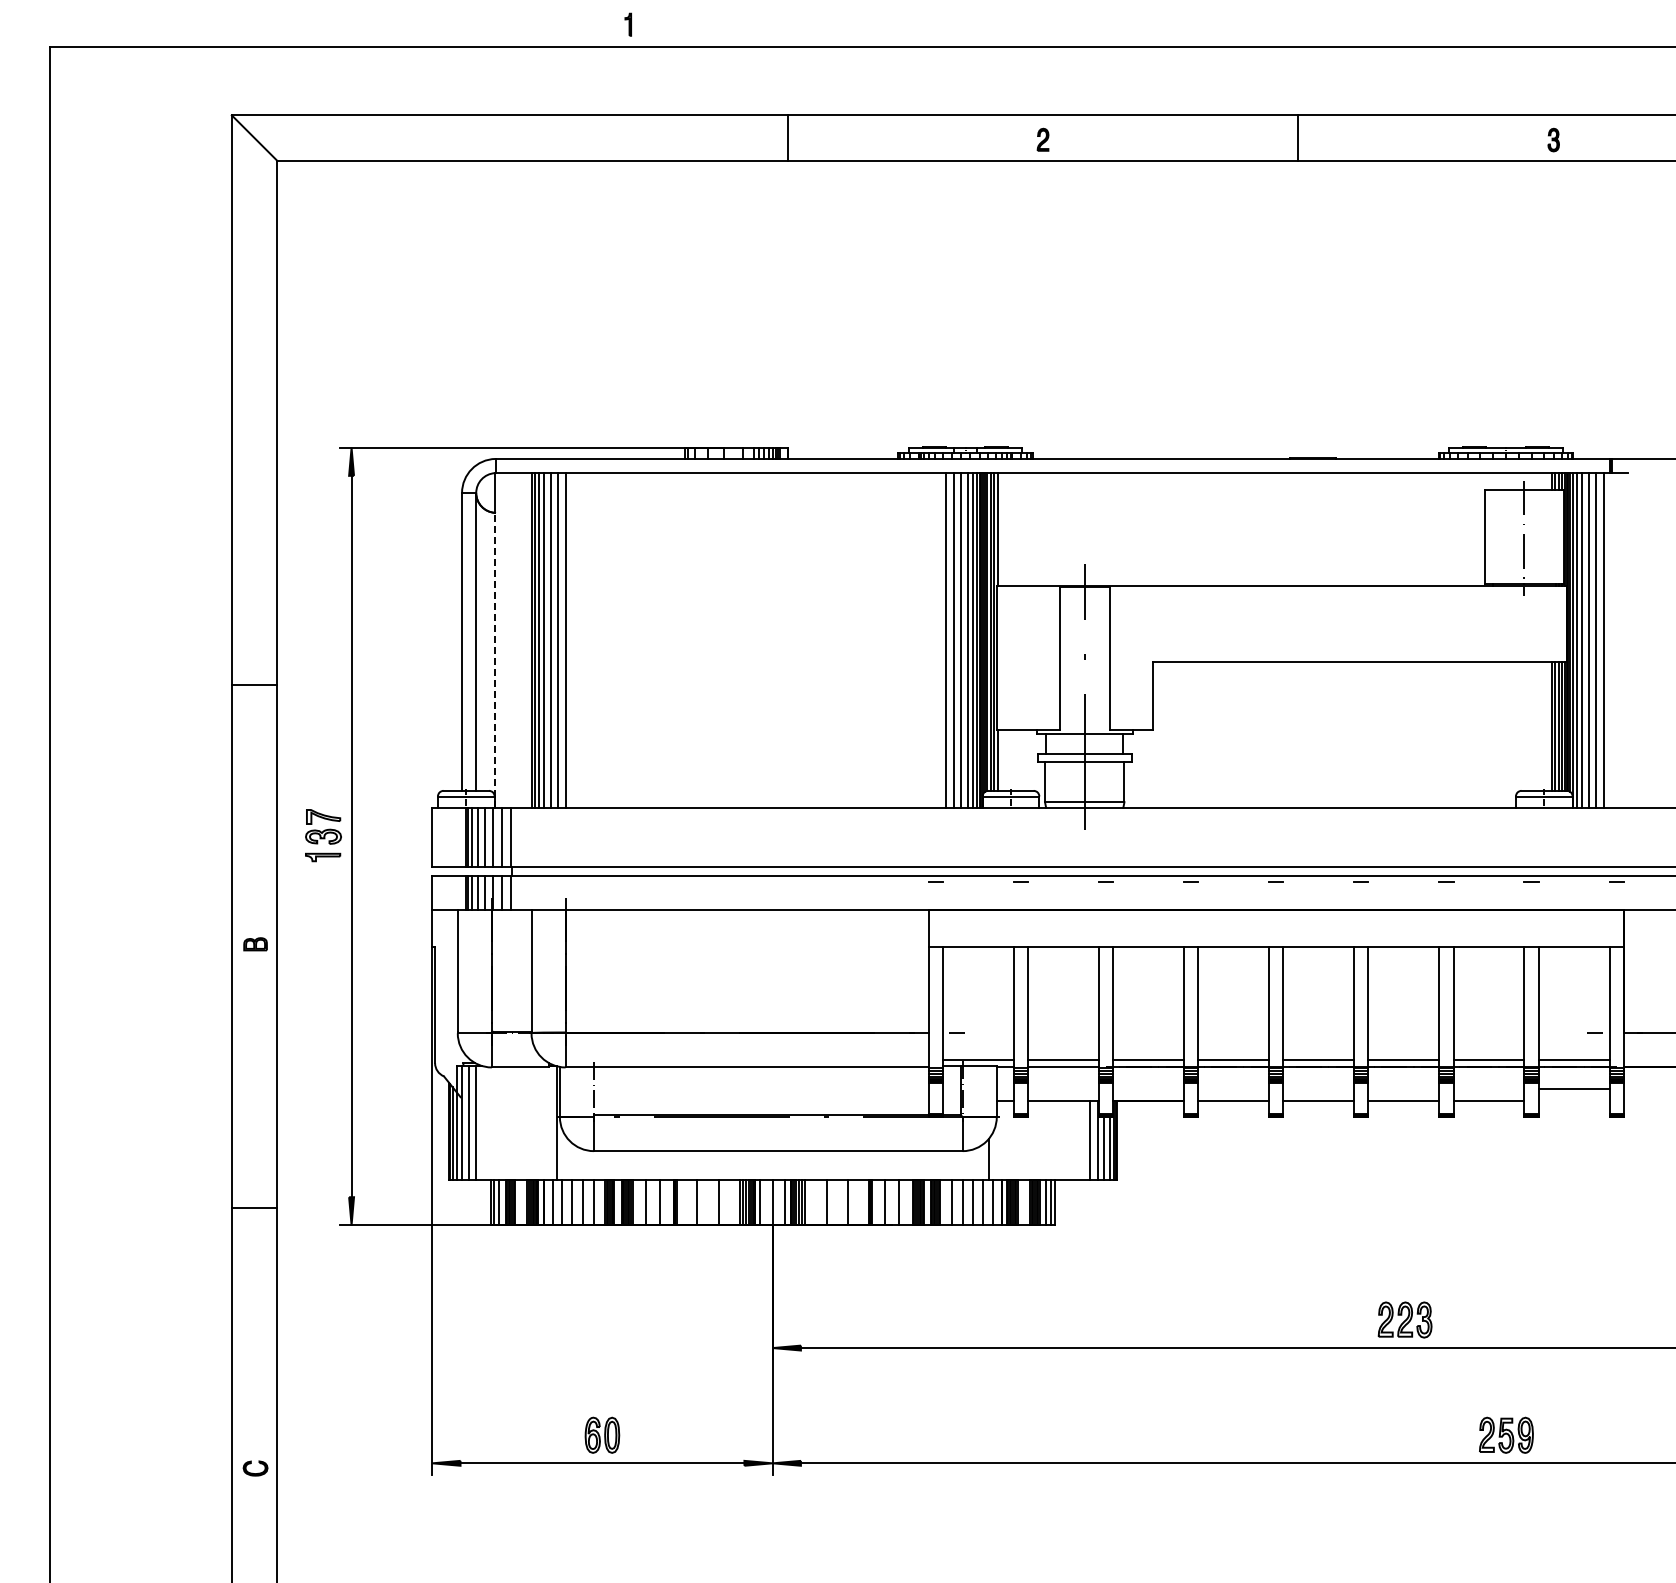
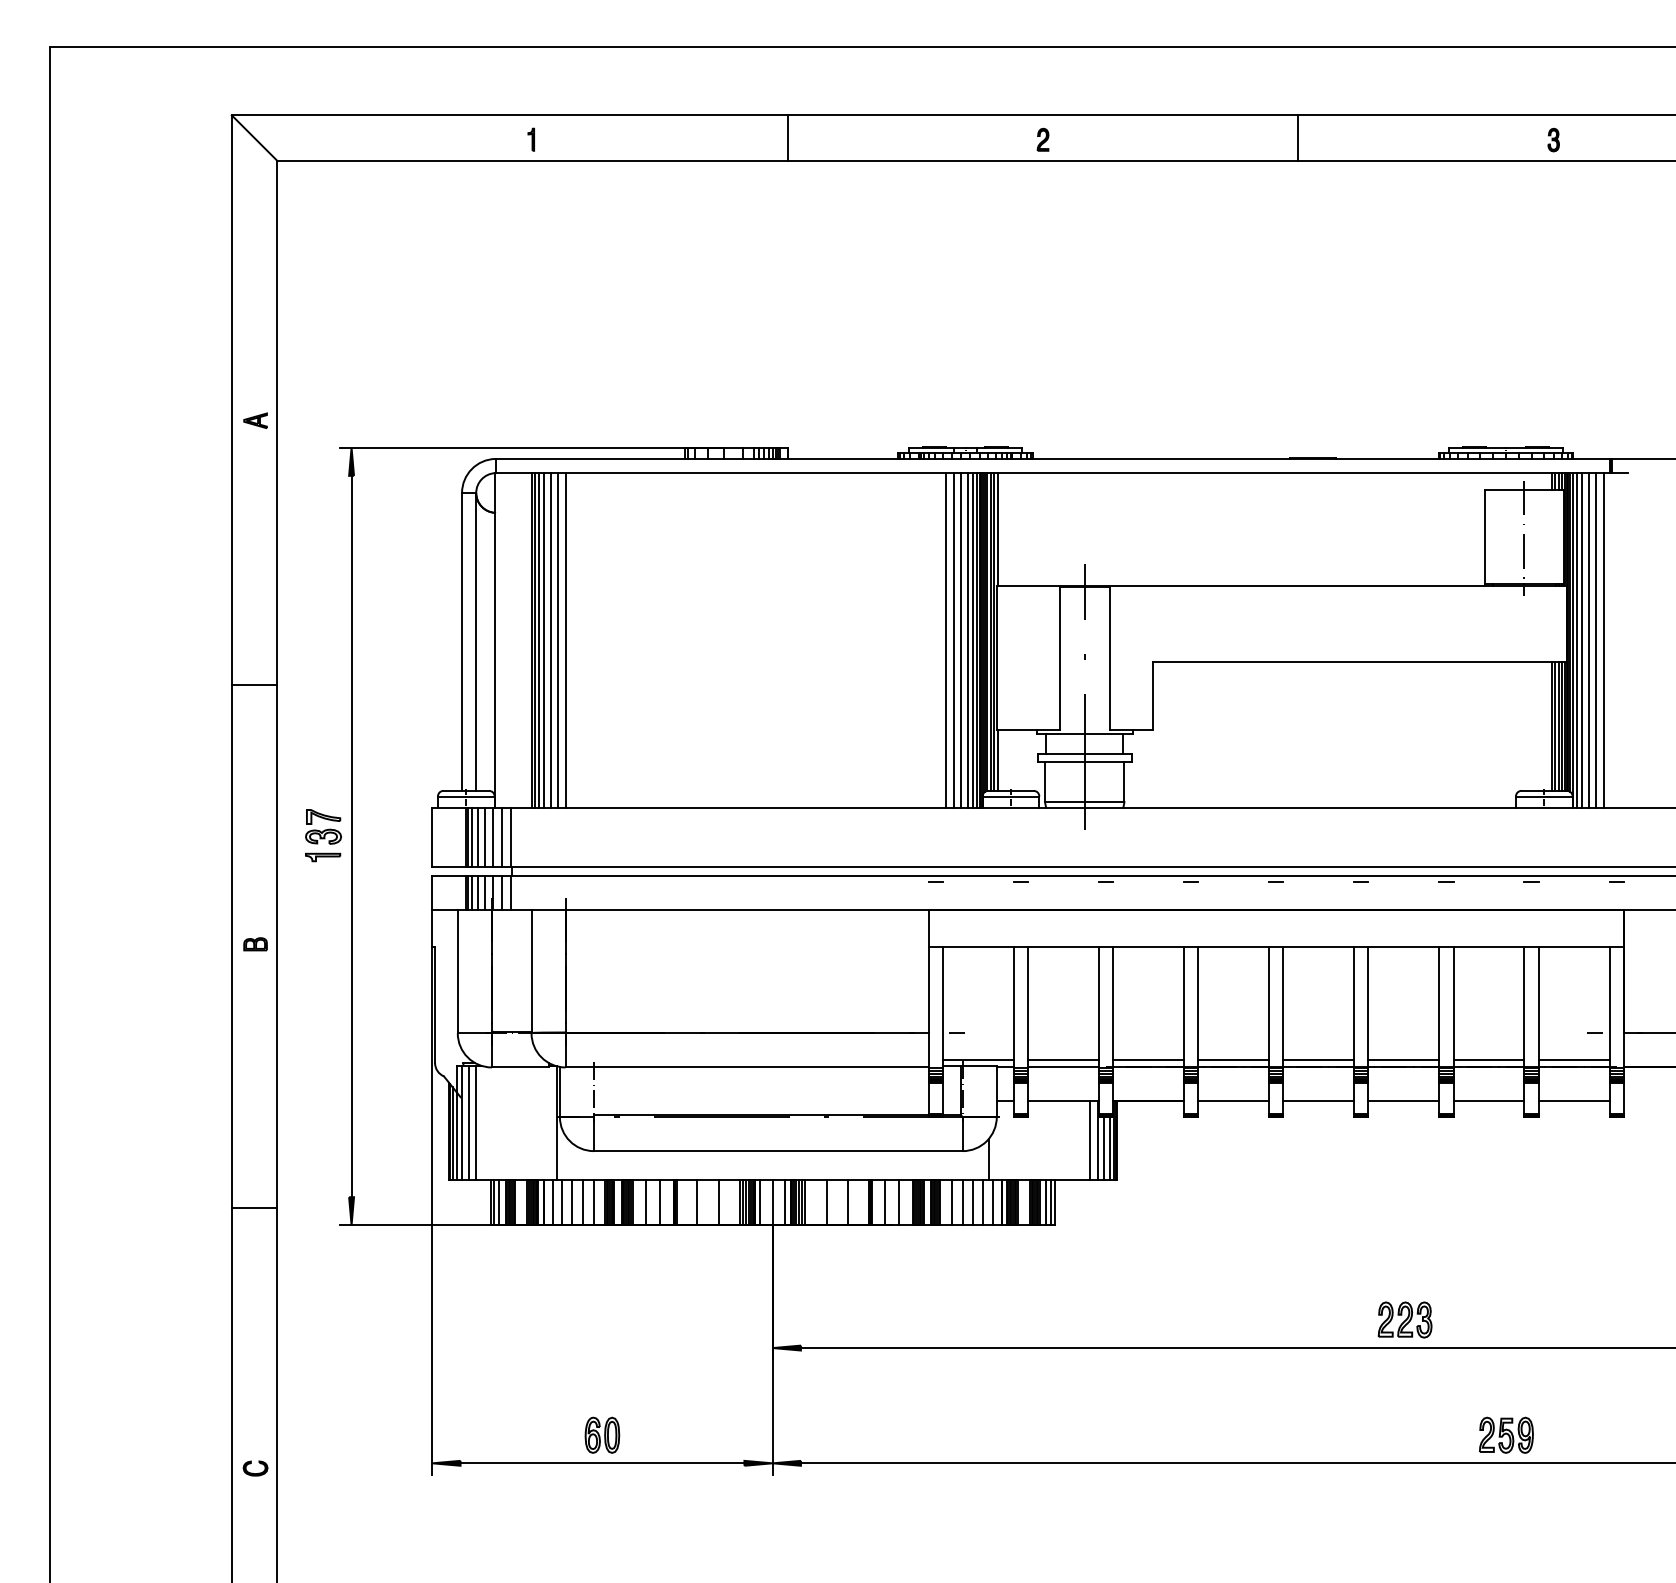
part at (627, 24) position: (627, 24) -> (530, 139)
part at (255, 420): none -> present
line at (494, 660): dashed -> solid
line at (1573, 1089) position: (1573, 1089) -> (1573, 1101)
